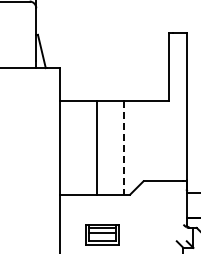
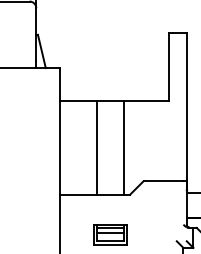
line at (123, 148): dashed -> solid
part at (102, 234) position: (102, 234) -> (110, 234)
